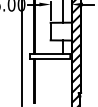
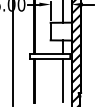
line at (21, 52) position: (21, 52) -> (12, 52)
line at (63, 79): none -> present
